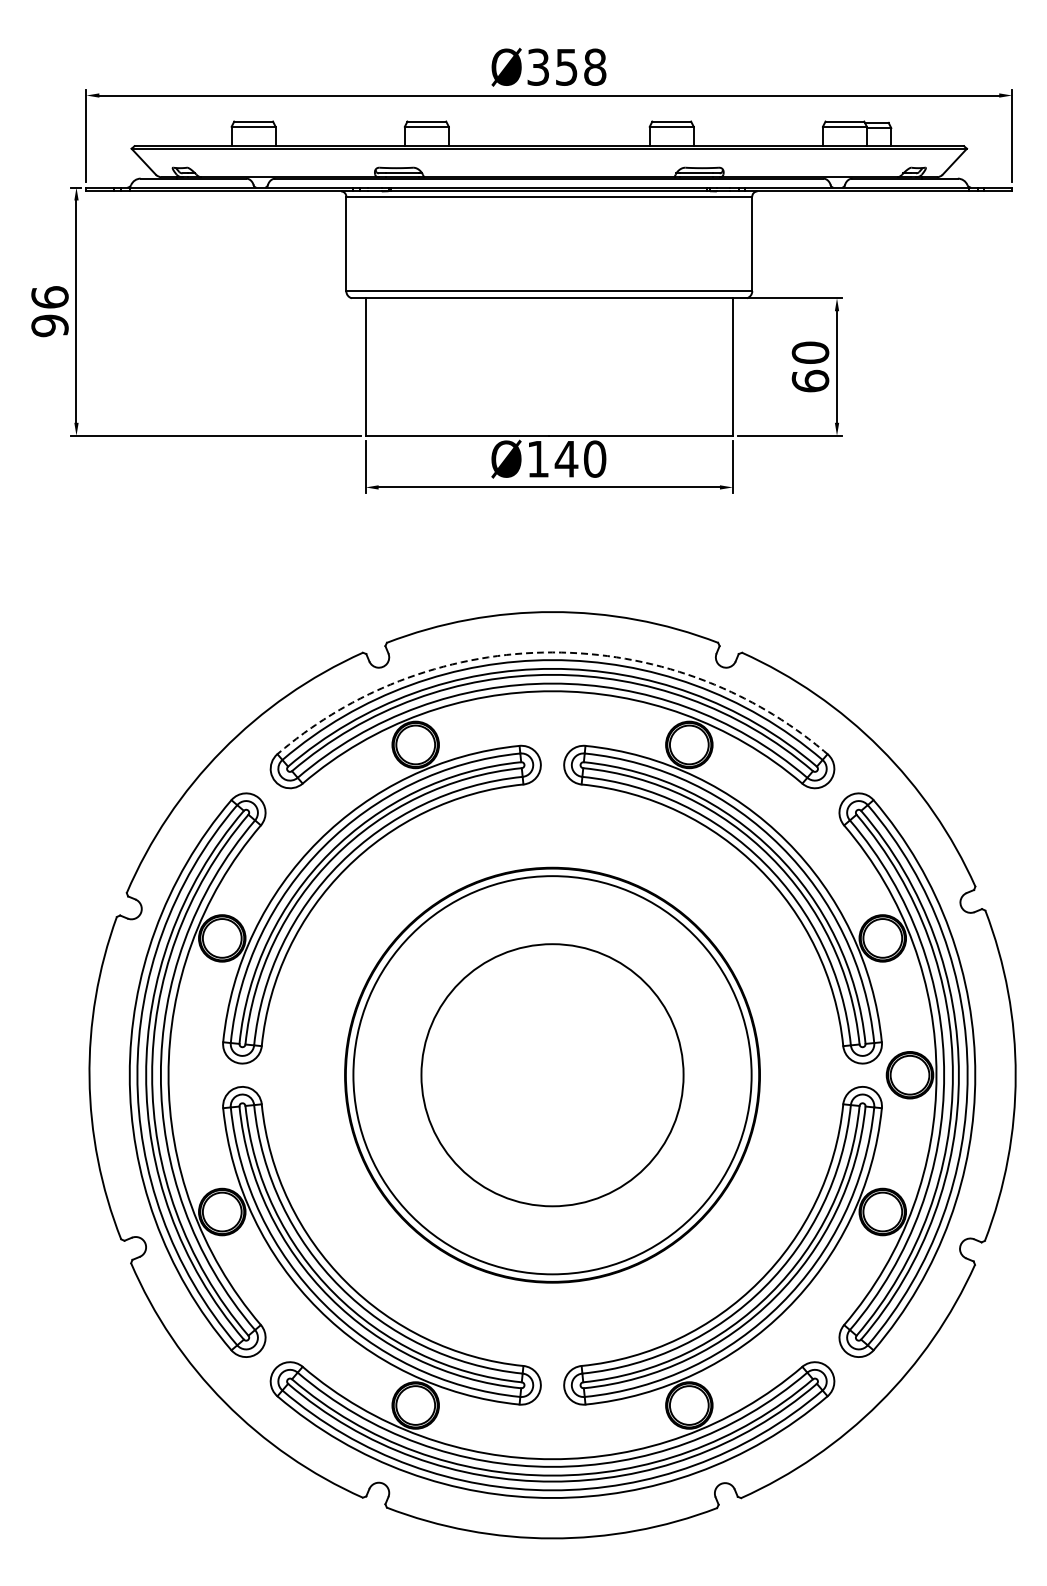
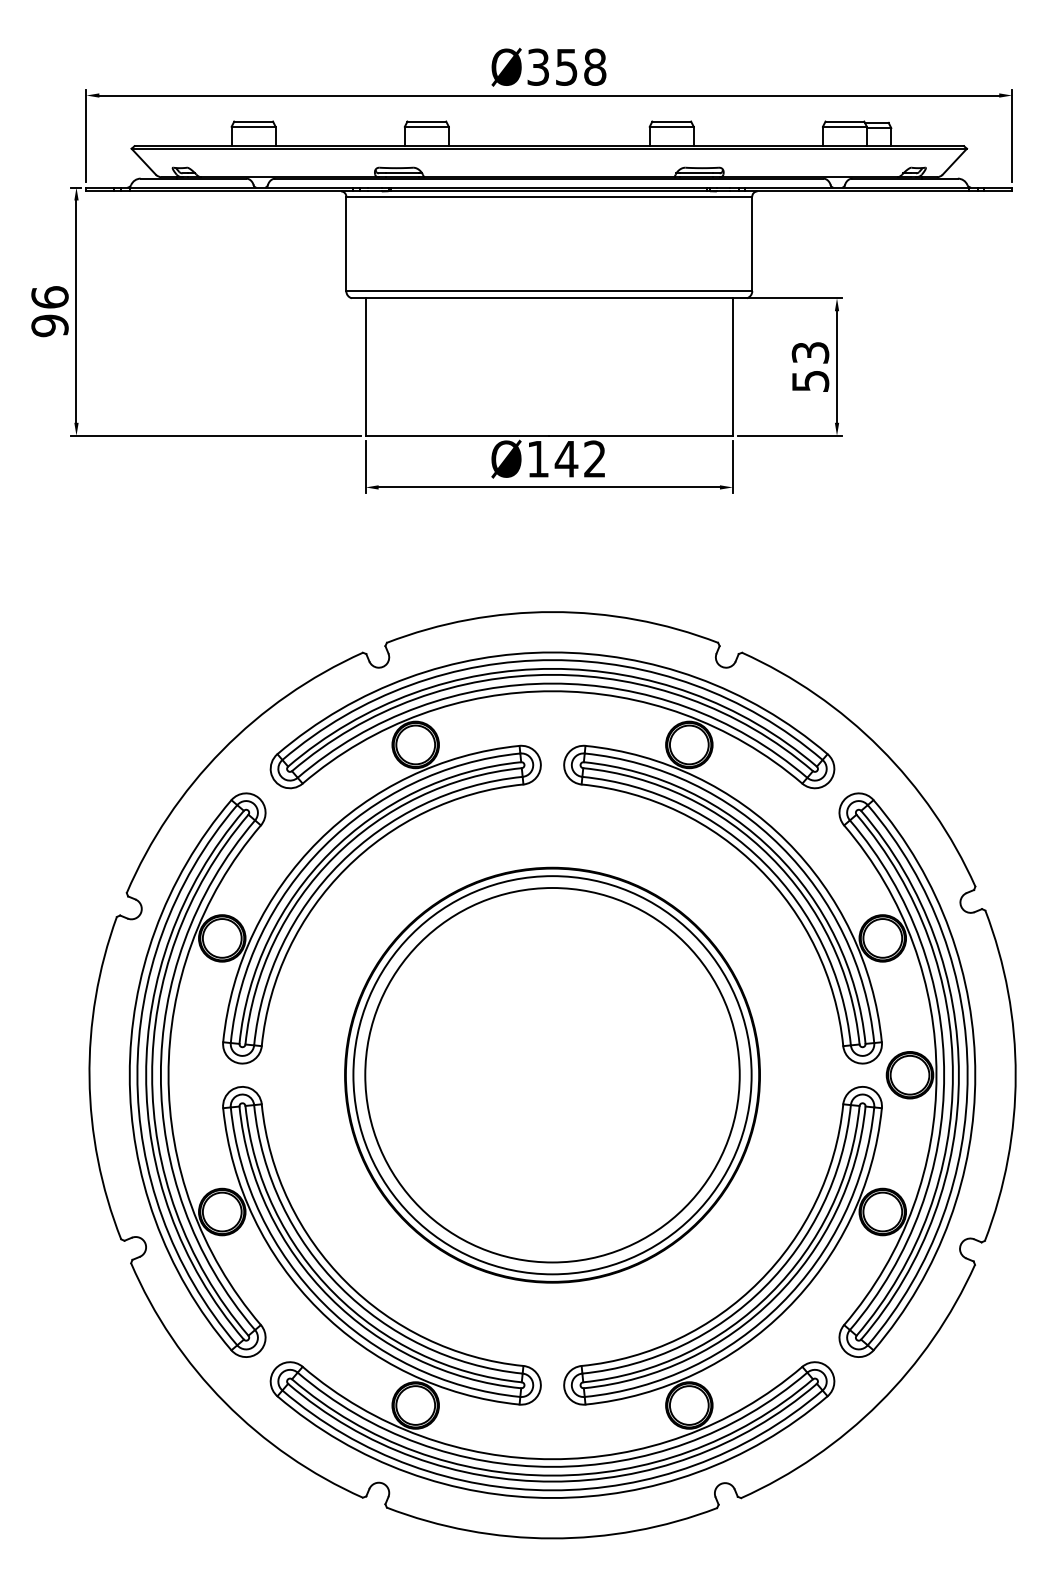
text at (810, 366): 60 -> 53
text at (595, 458): Ø140 -> Ø142
arc at (552, 652): dashed -> solid
circle at (552, 1075) diameter: 262 px -> 374 px
